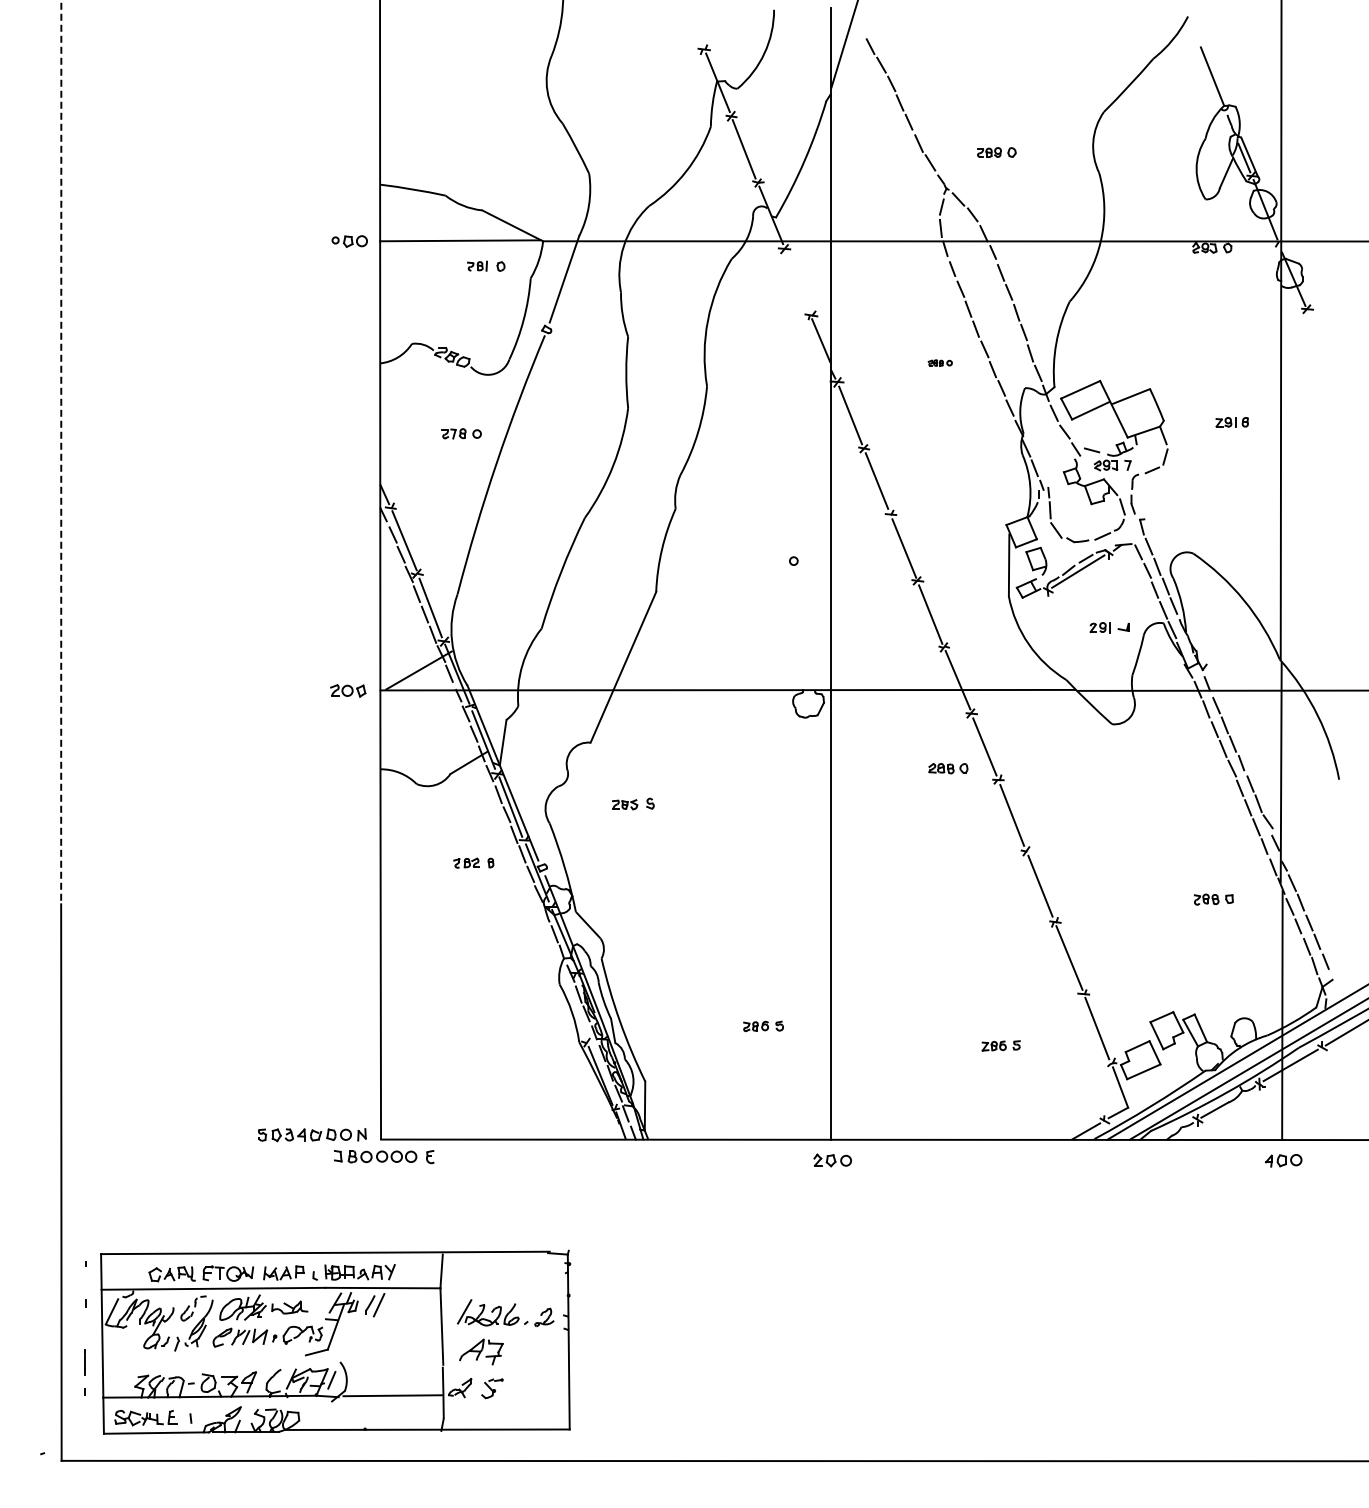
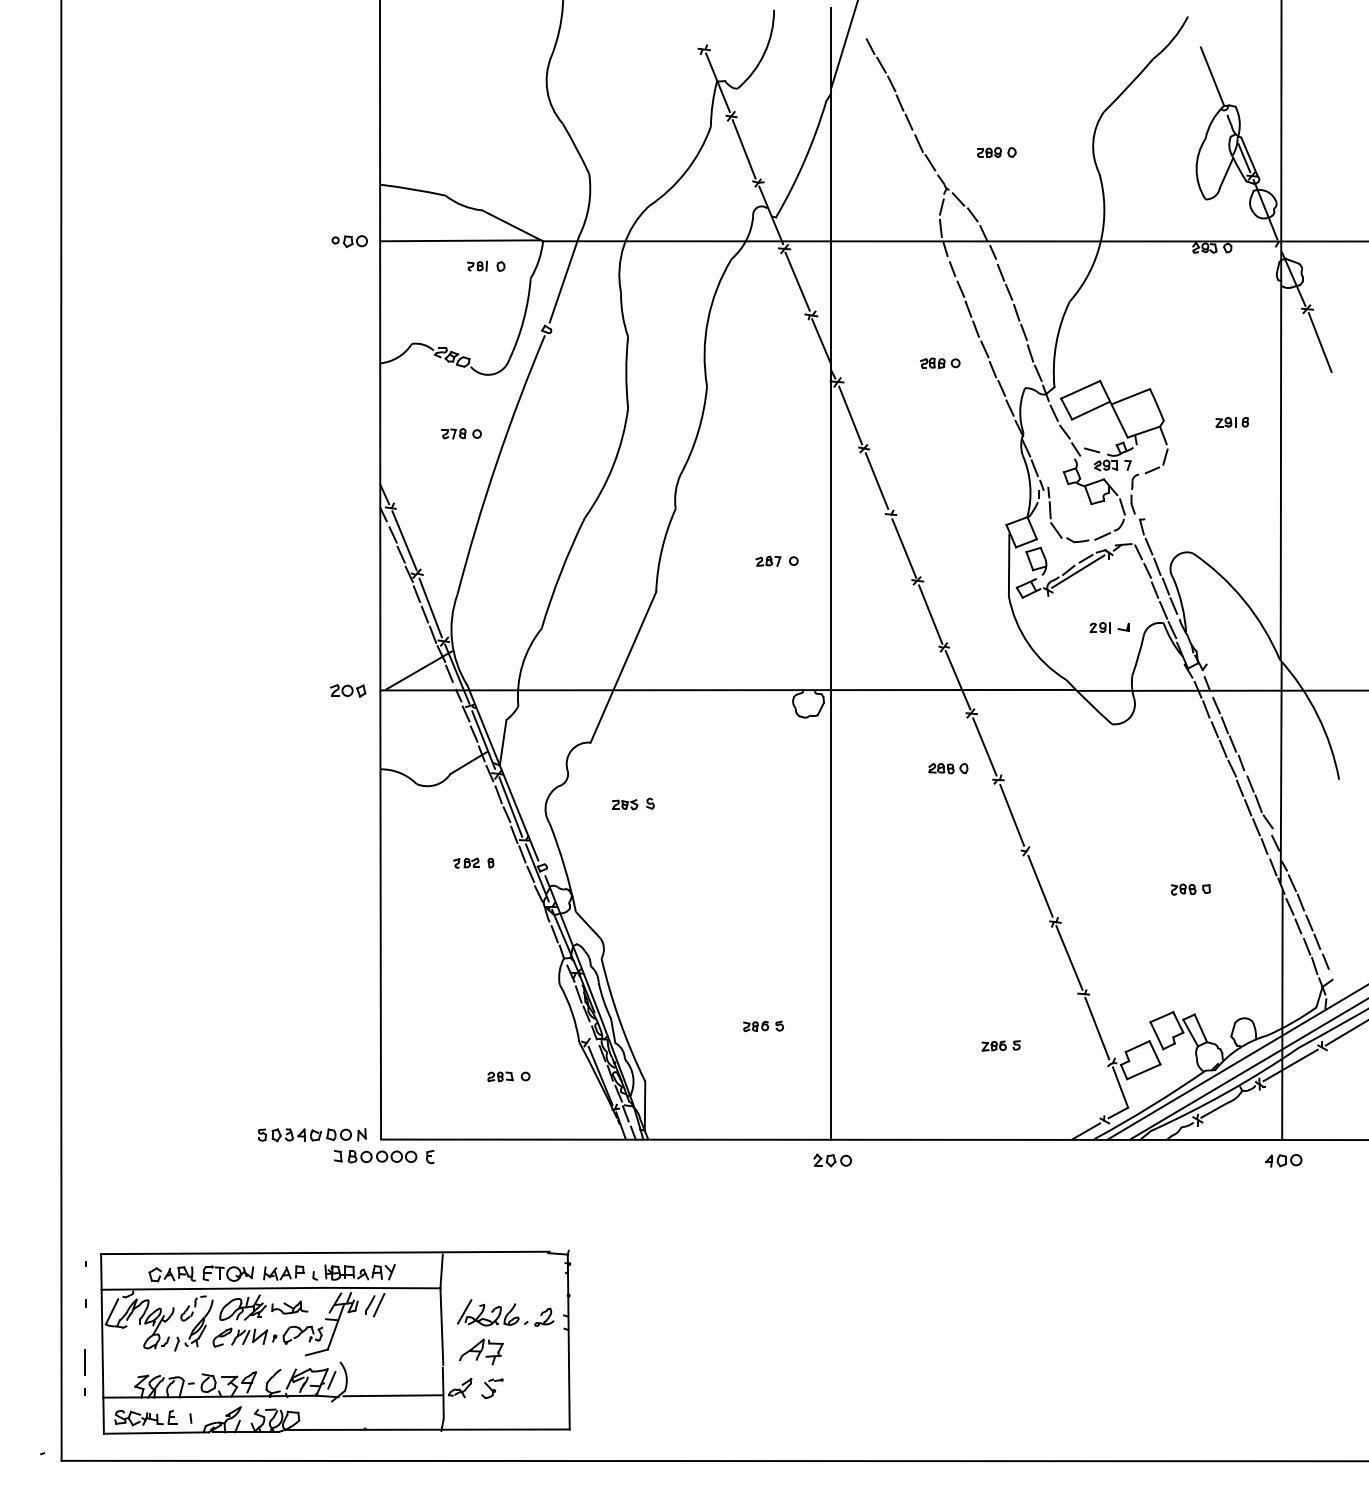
line at (797, 281): none -> present
line at (1319, 342): none -> present
part at (939, 362) size: 26x8 px -> 41x12 px
line at (61, 451): dashed -> solid
part at (768, 560): none -> present
part at (1213, 899) position: (1213, 899) -> (1190, 889)
part at (508, 1076): none -> present
